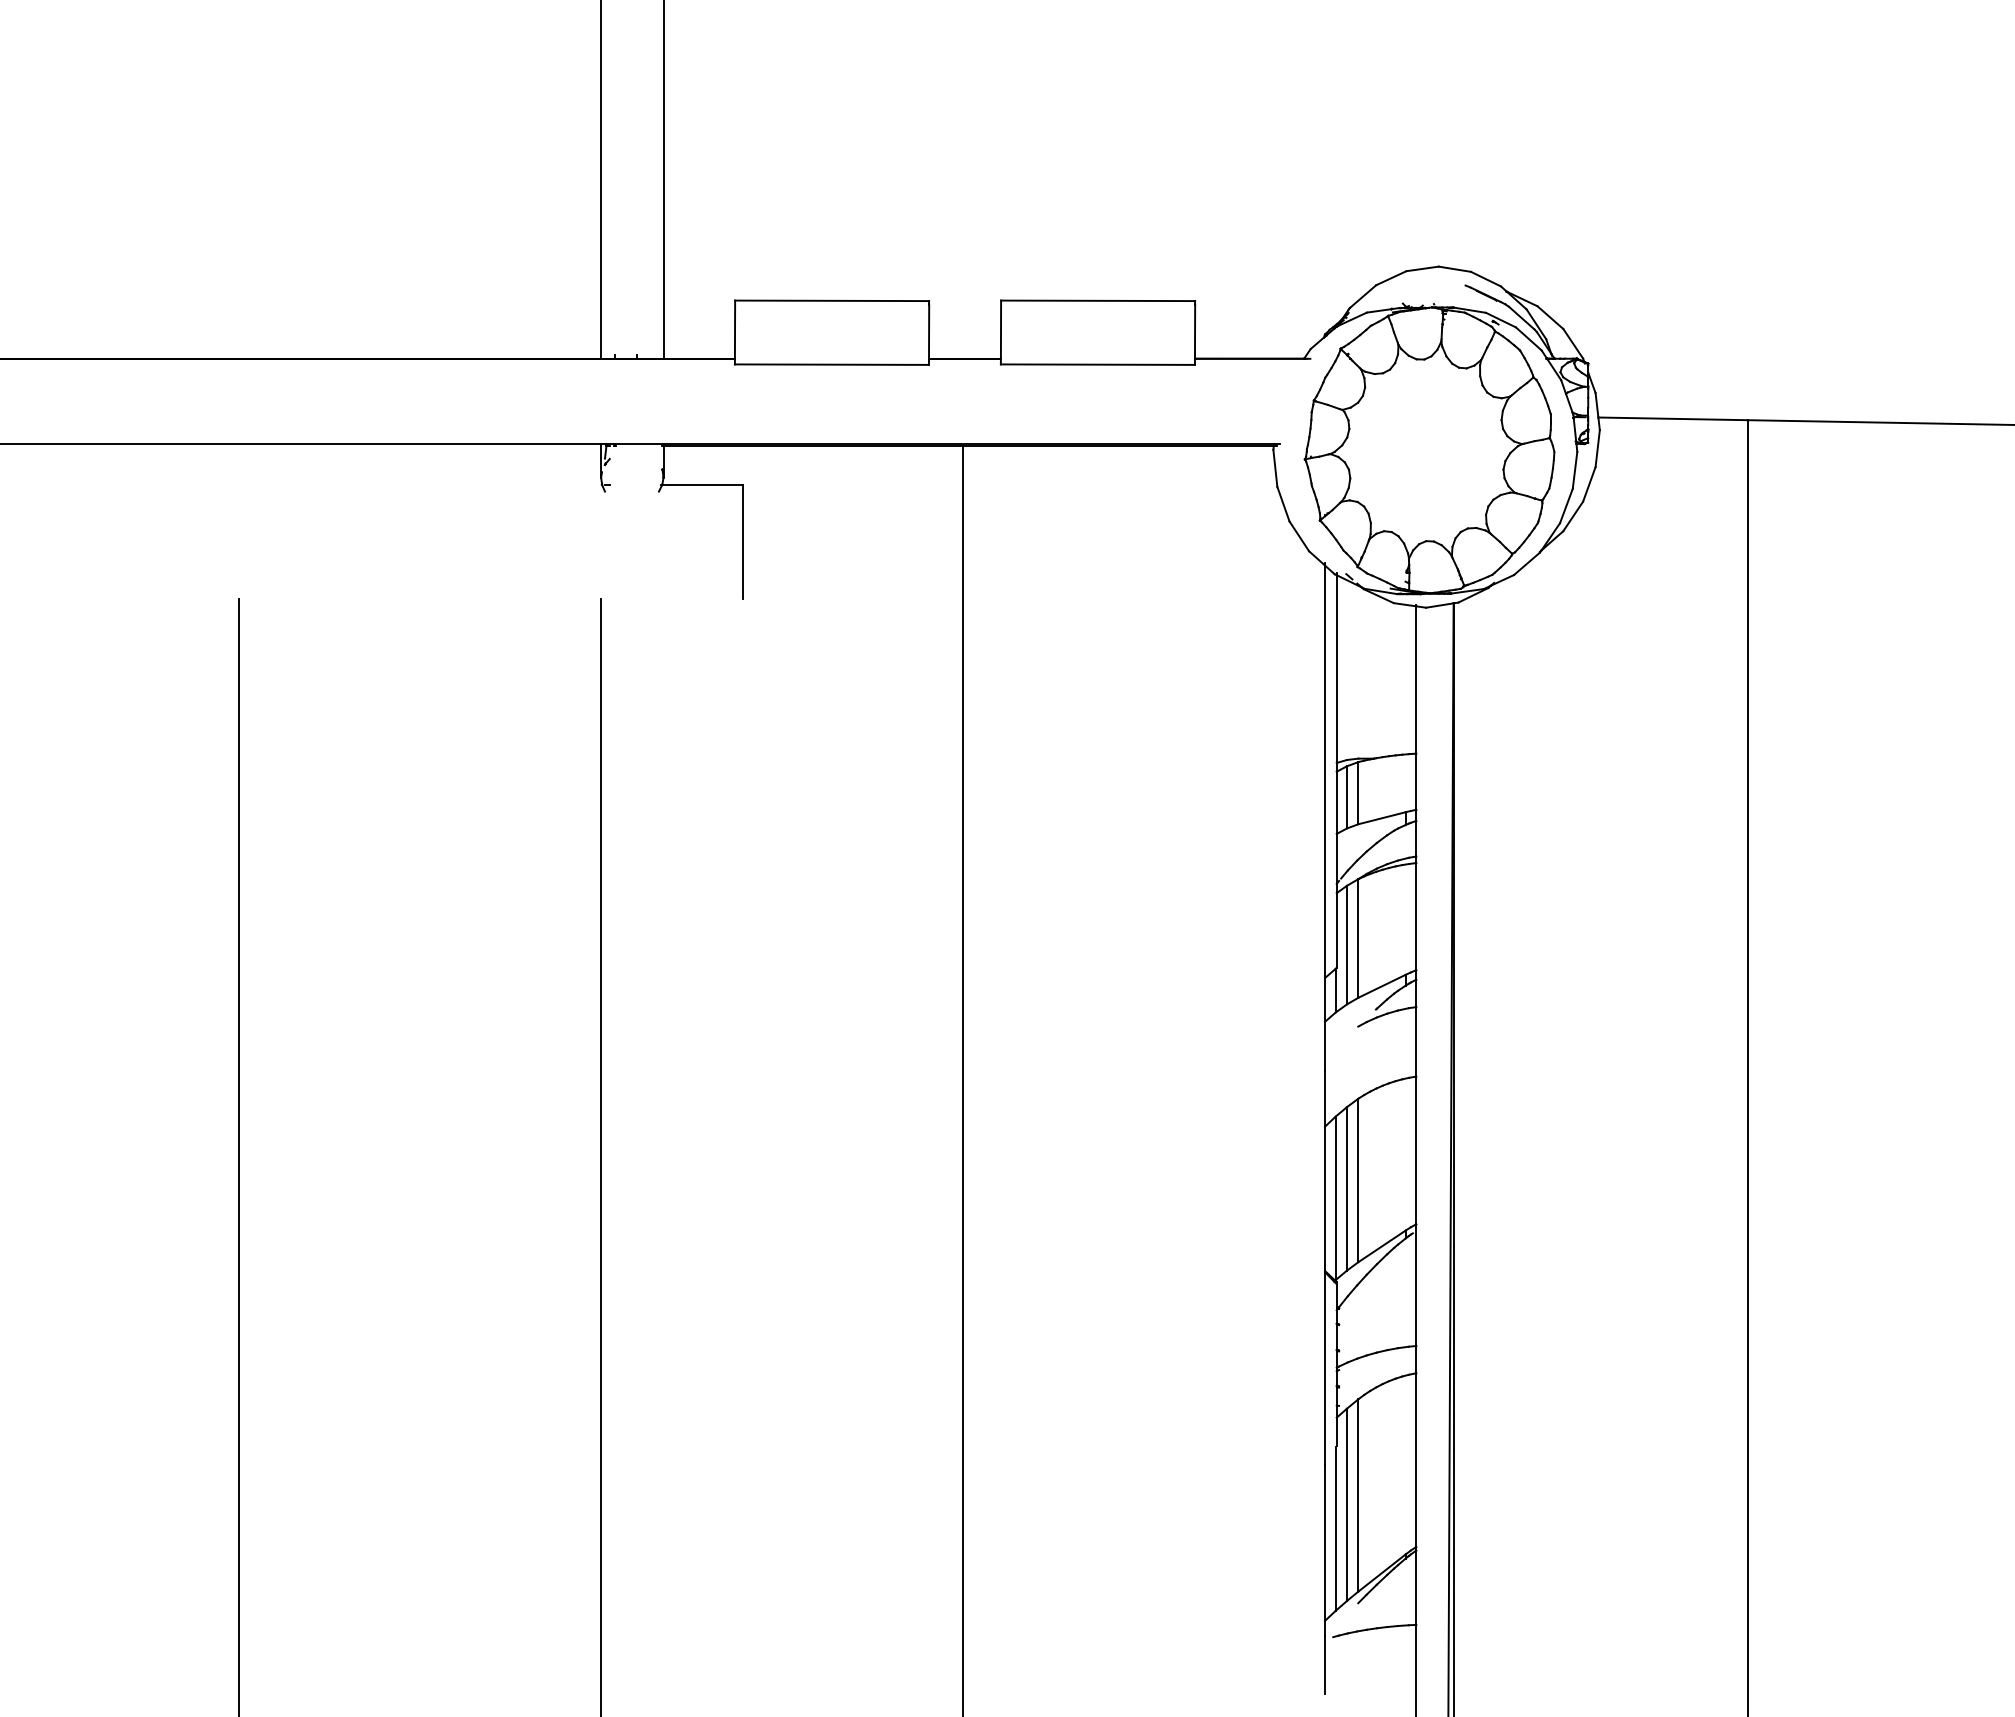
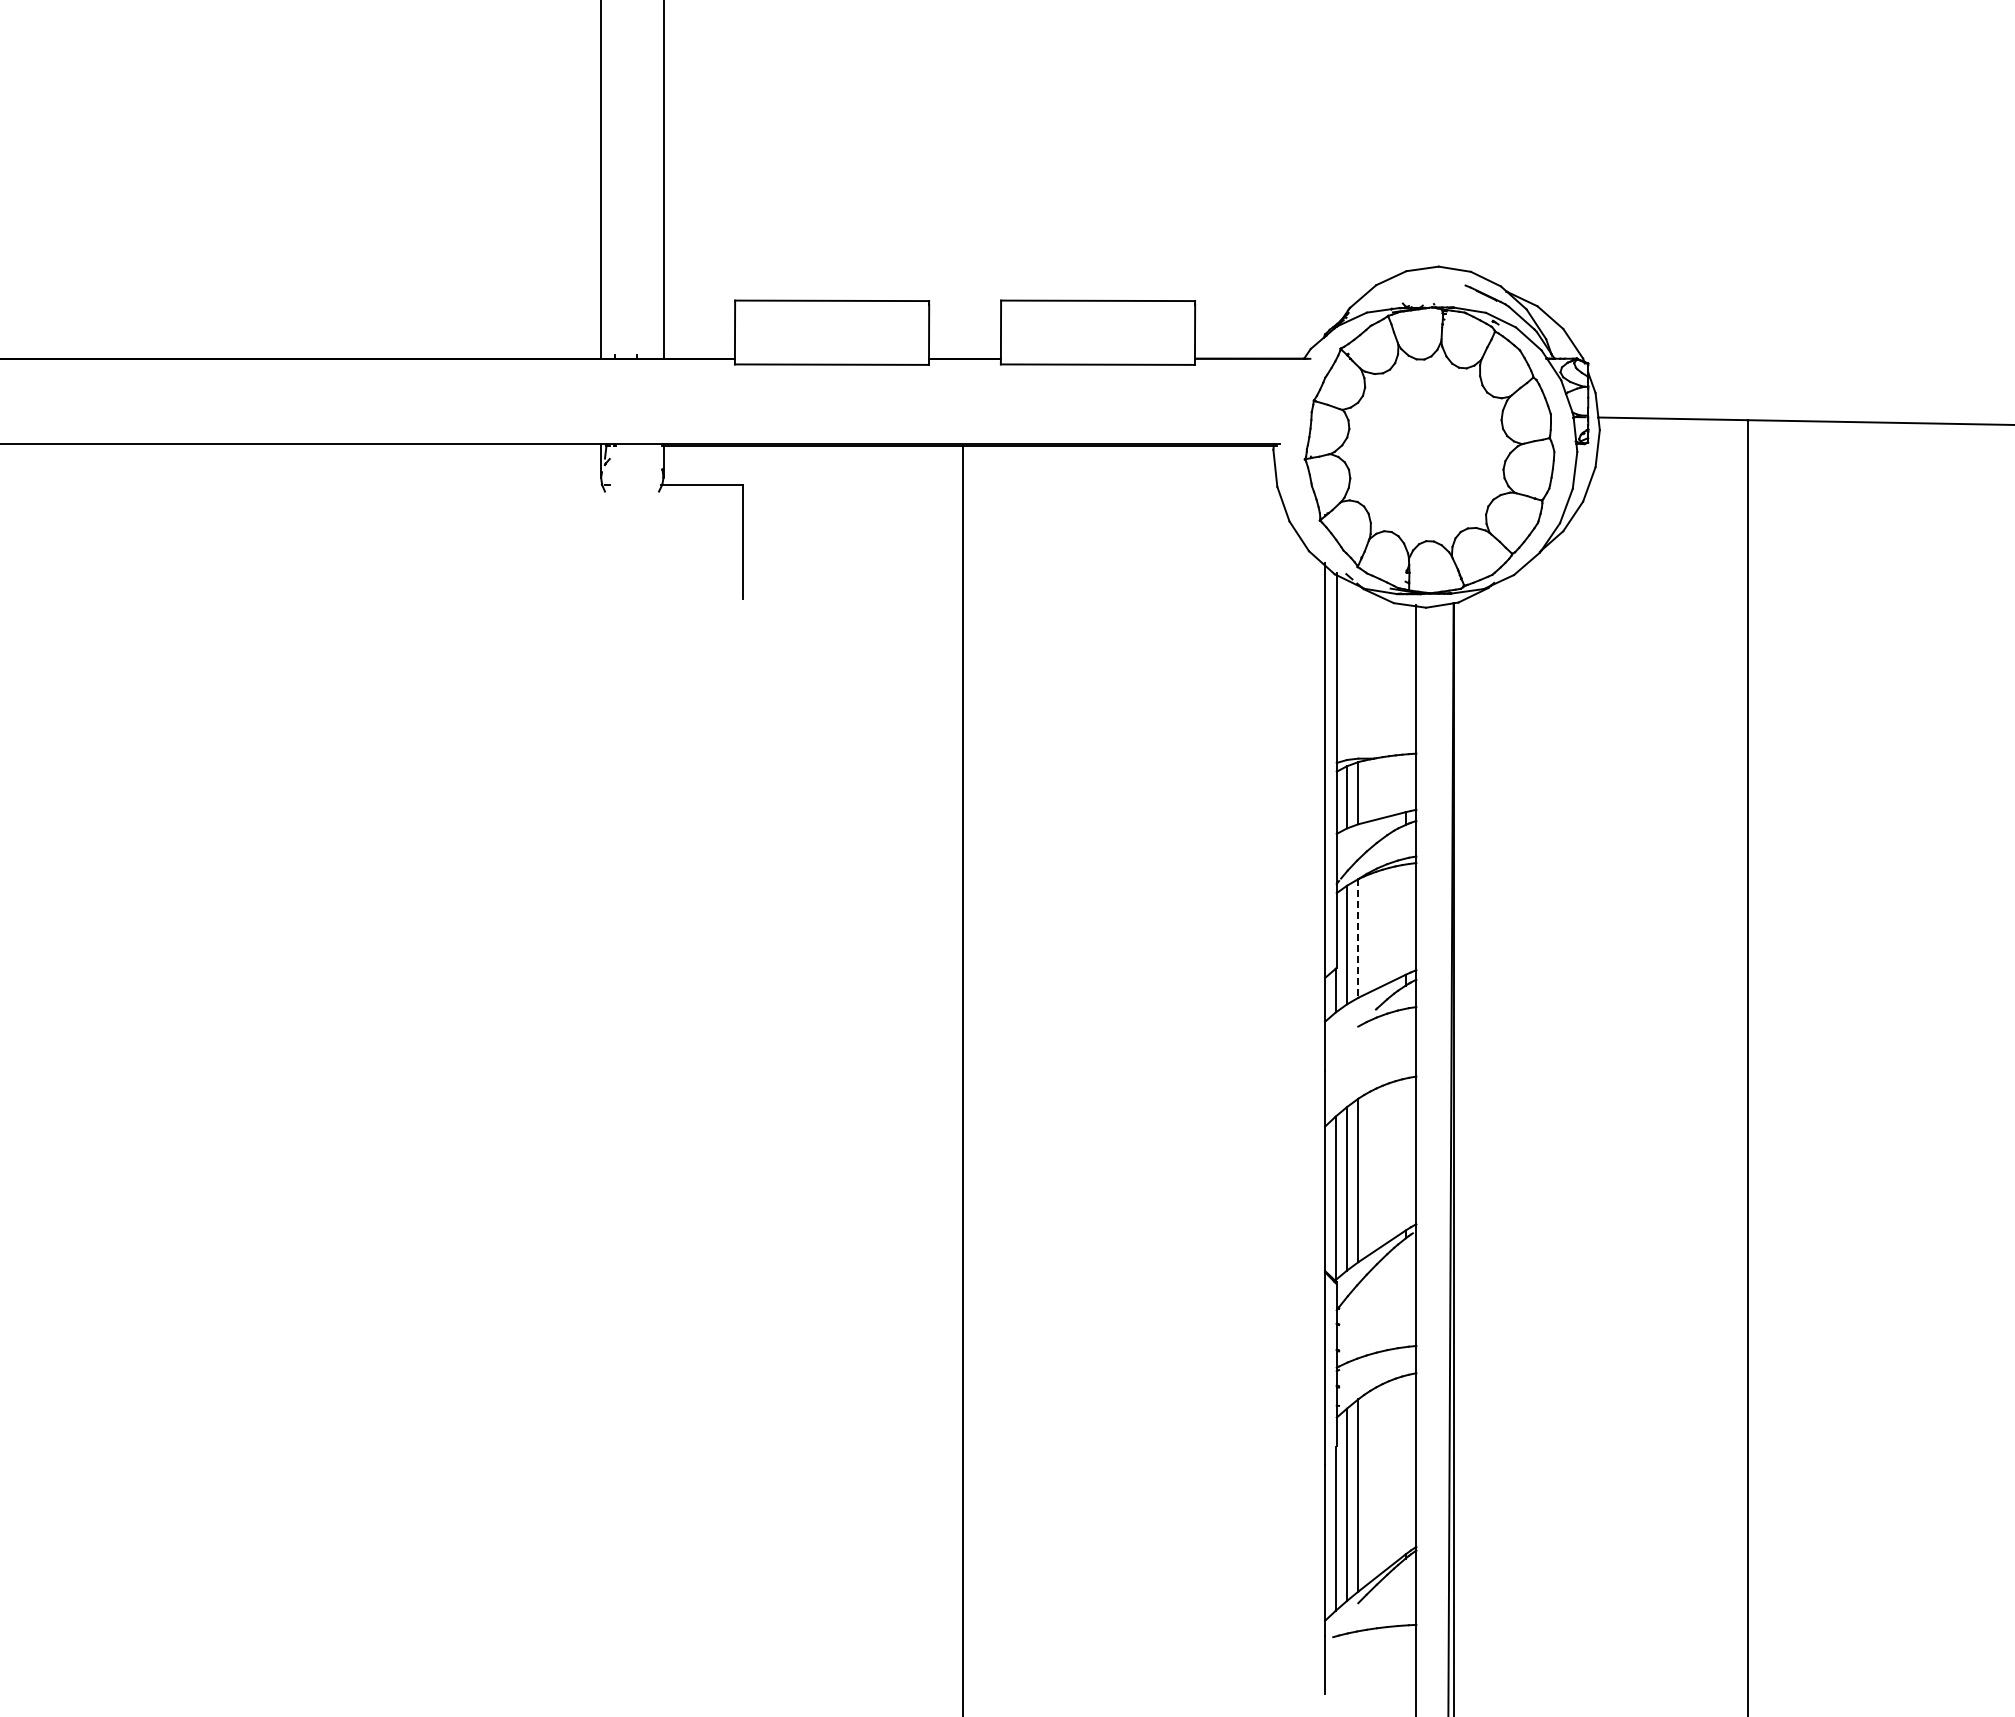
line at (1358, 938): solid -> dashed
line at (239, 1156): present -> none
line at (601, 1156): present -> none
